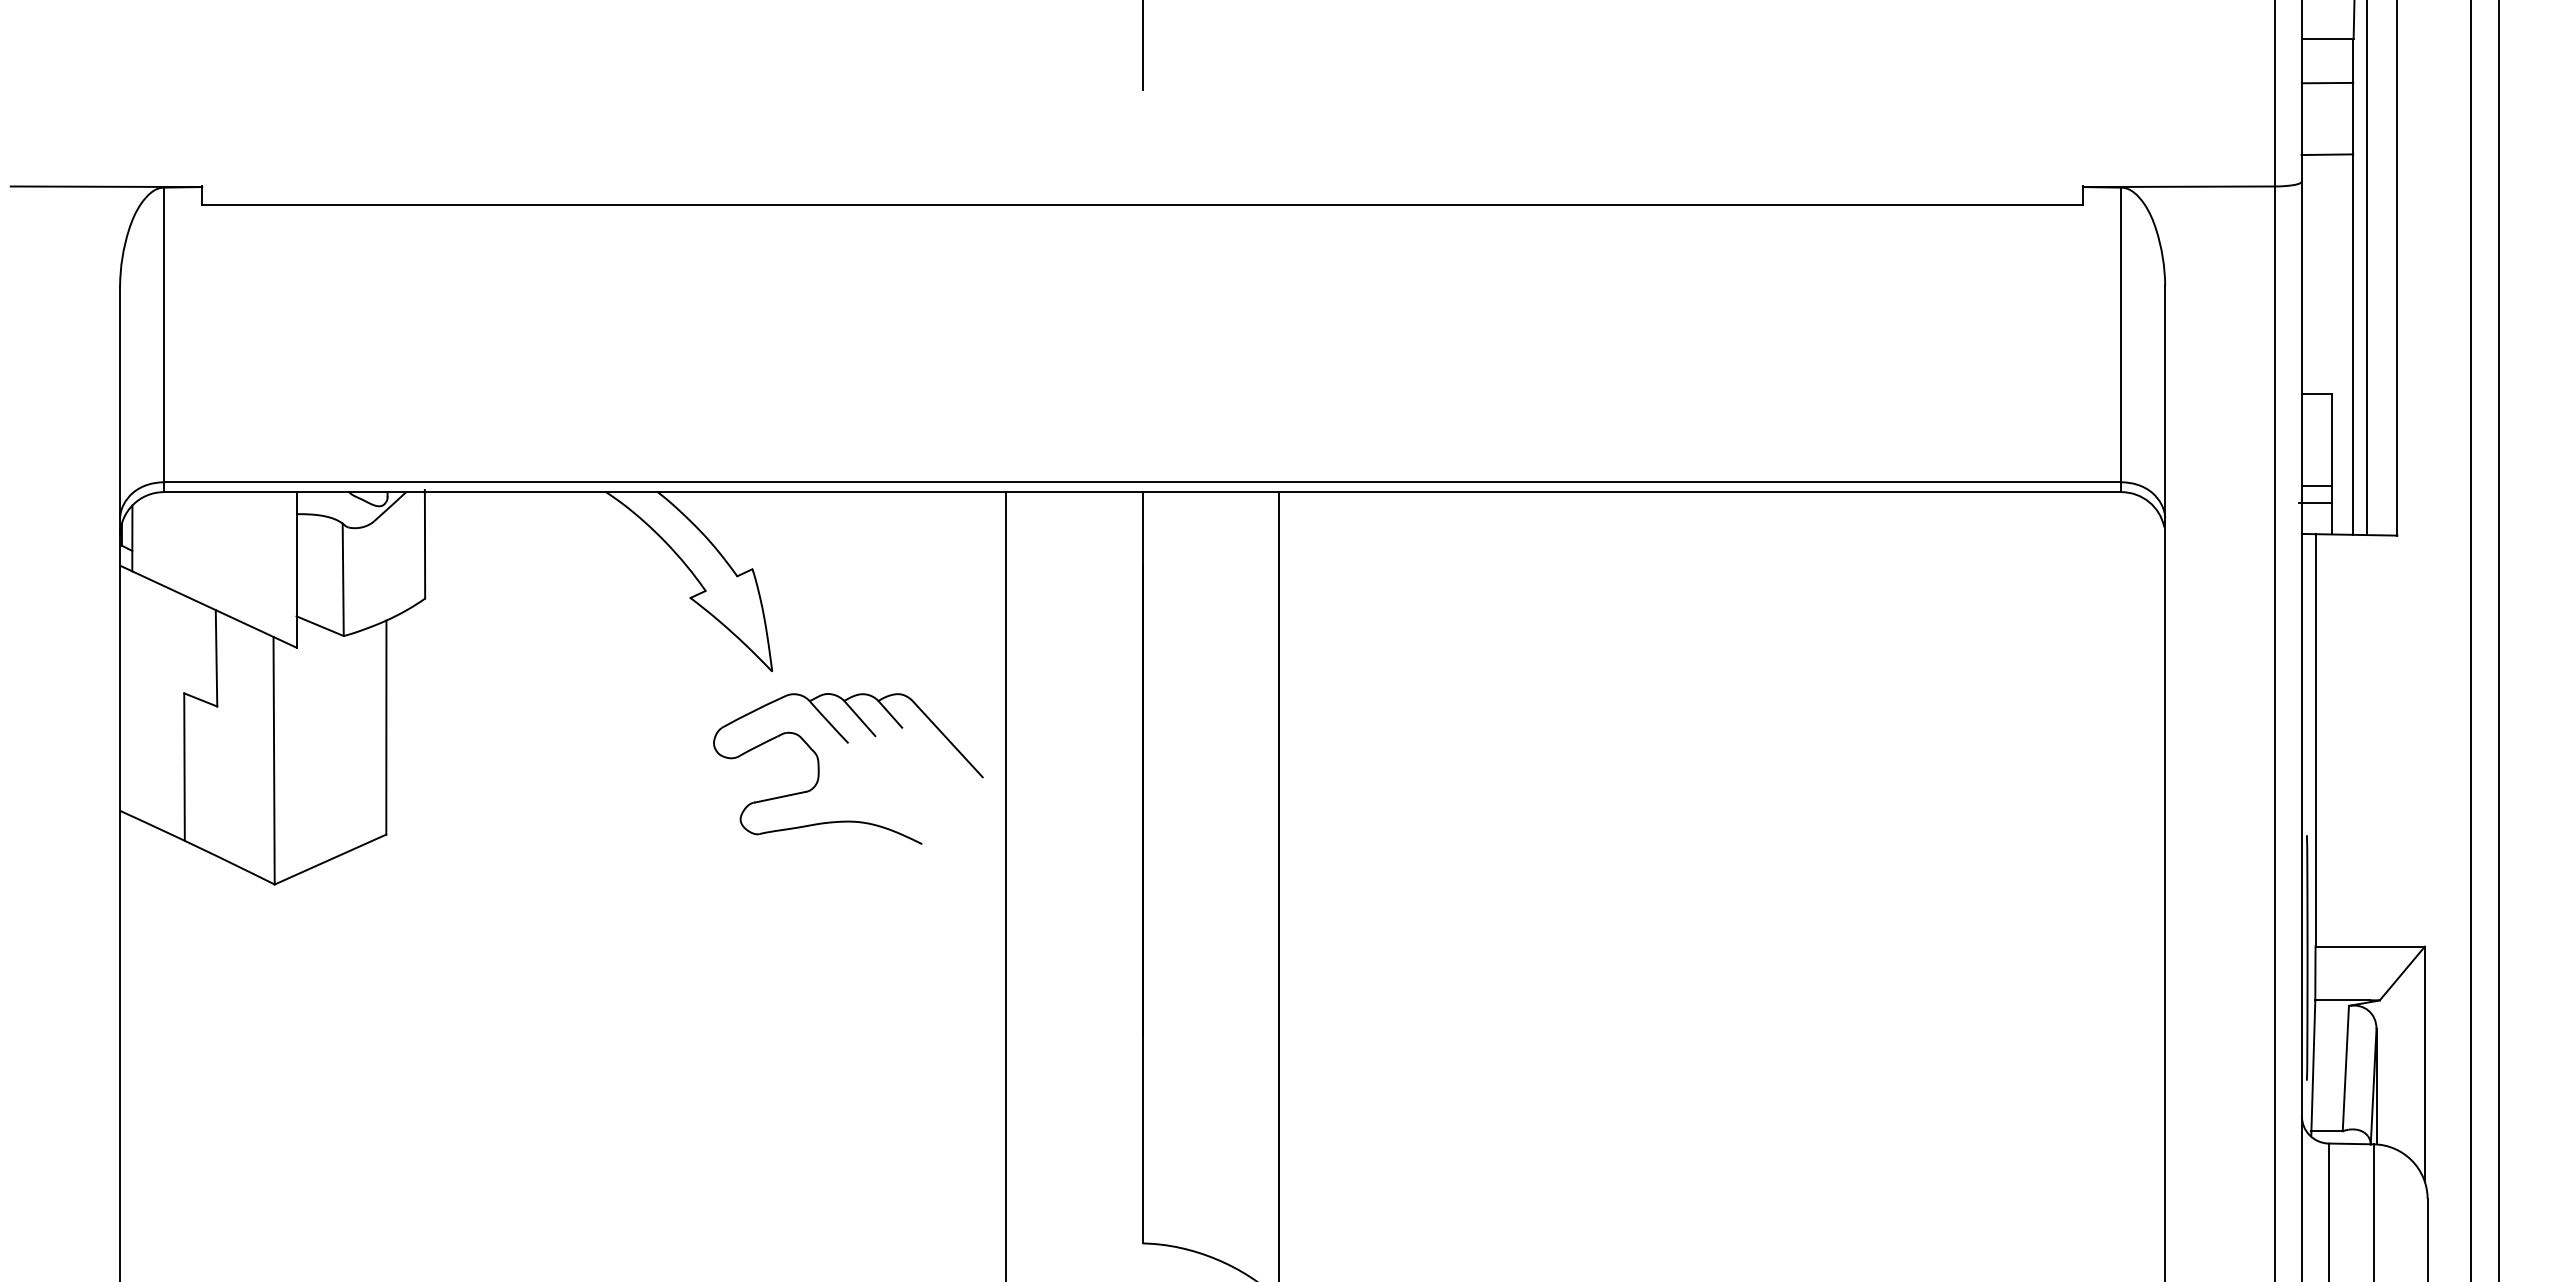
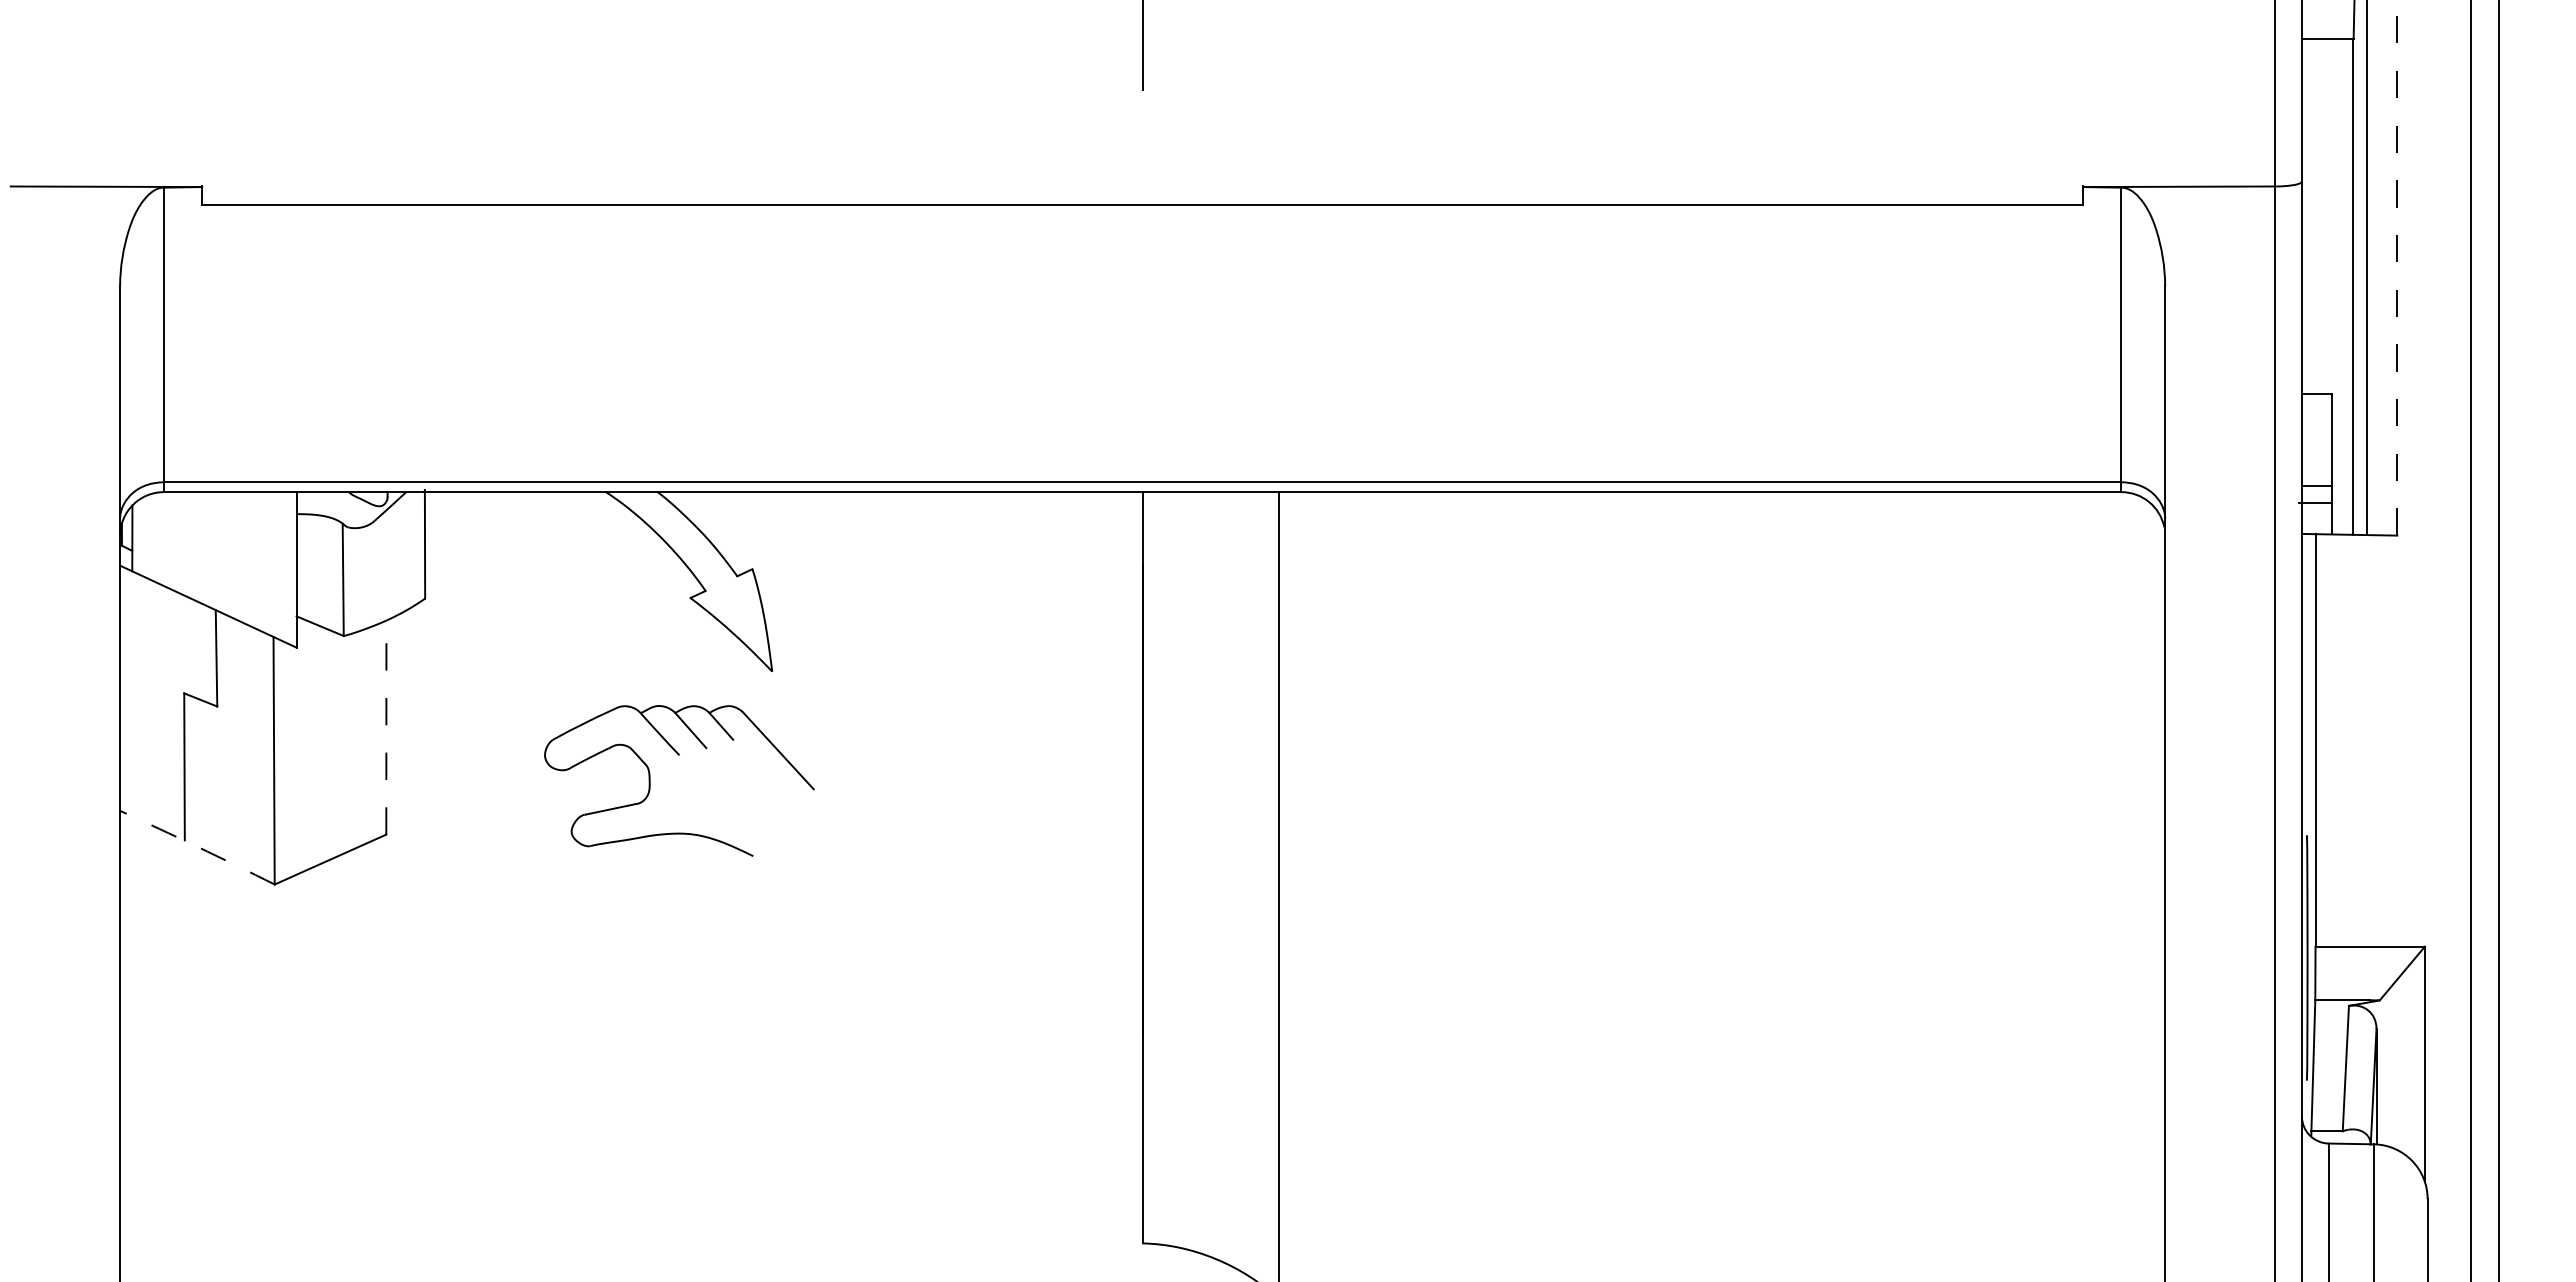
line at (2327, 82): present -> none
line at (2327, 154): present -> none
line at (2397, 267): solid -> dashed
line at (386, 727): solid -> dashed
part at (848, 743) position: (848, 743) -> (679, 755)
arc at (197, 846): solid -> dashed
line at (1005, 885): present -> none
